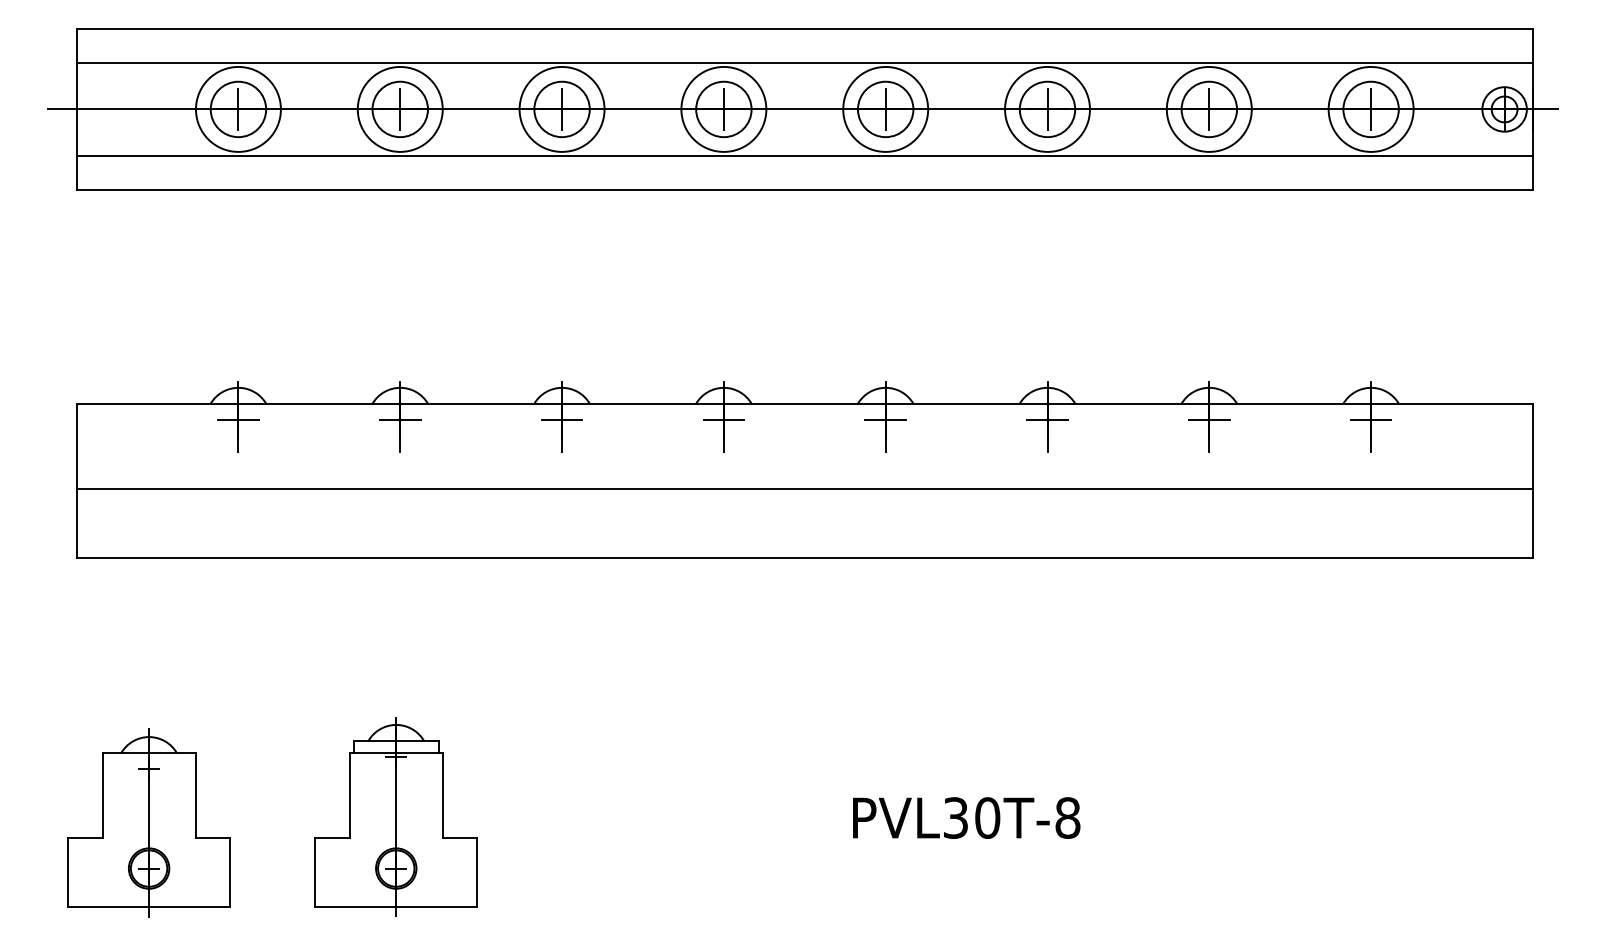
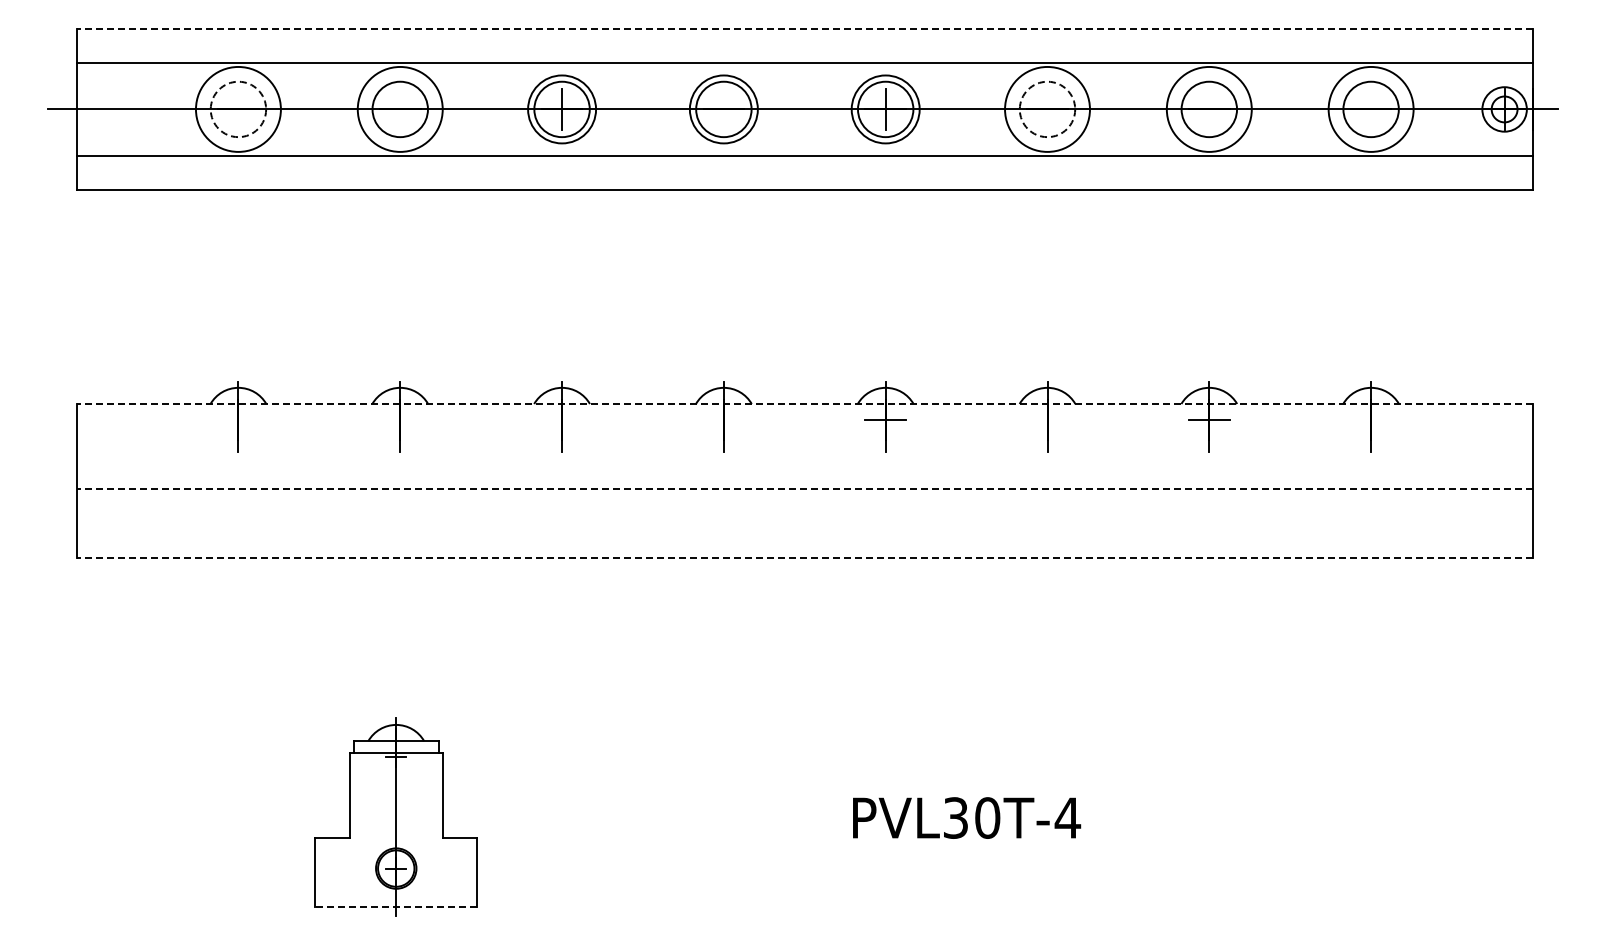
line at (804, 28): solid -> dashed
circle at (561, 108) diameter: 85 px -> 68 px
circle at (723, 108) diameter: 85 px -> 68 px
circle at (885, 108) diameter: 85 px -> 68 px
circle at (238, 109): solid -> dashed
line at (238, 109): present -> none
line at (400, 109): present -> none
line at (723, 109): present -> none
circle at (1047, 109): solid -> dashed
line at (1047, 109): present -> none
line at (1209, 109): present -> none
line at (1371, 109): present -> none
line at (804, 404): solid -> dashed
line at (238, 419): present -> none
line at (400, 419): present -> none
line at (561, 419): present -> none
line at (723, 419): present -> none
line at (1047, 419): present -> none
line at (1370, 419): present -> none
line at (804, 488): solid -> dashed
line at (804, 557): solid -> dashed
text at (1067, 817): PVL30T-8 -> PVL30T-4
part at (148, 822): present -> none
line at (396, 907): solid -> dashed
